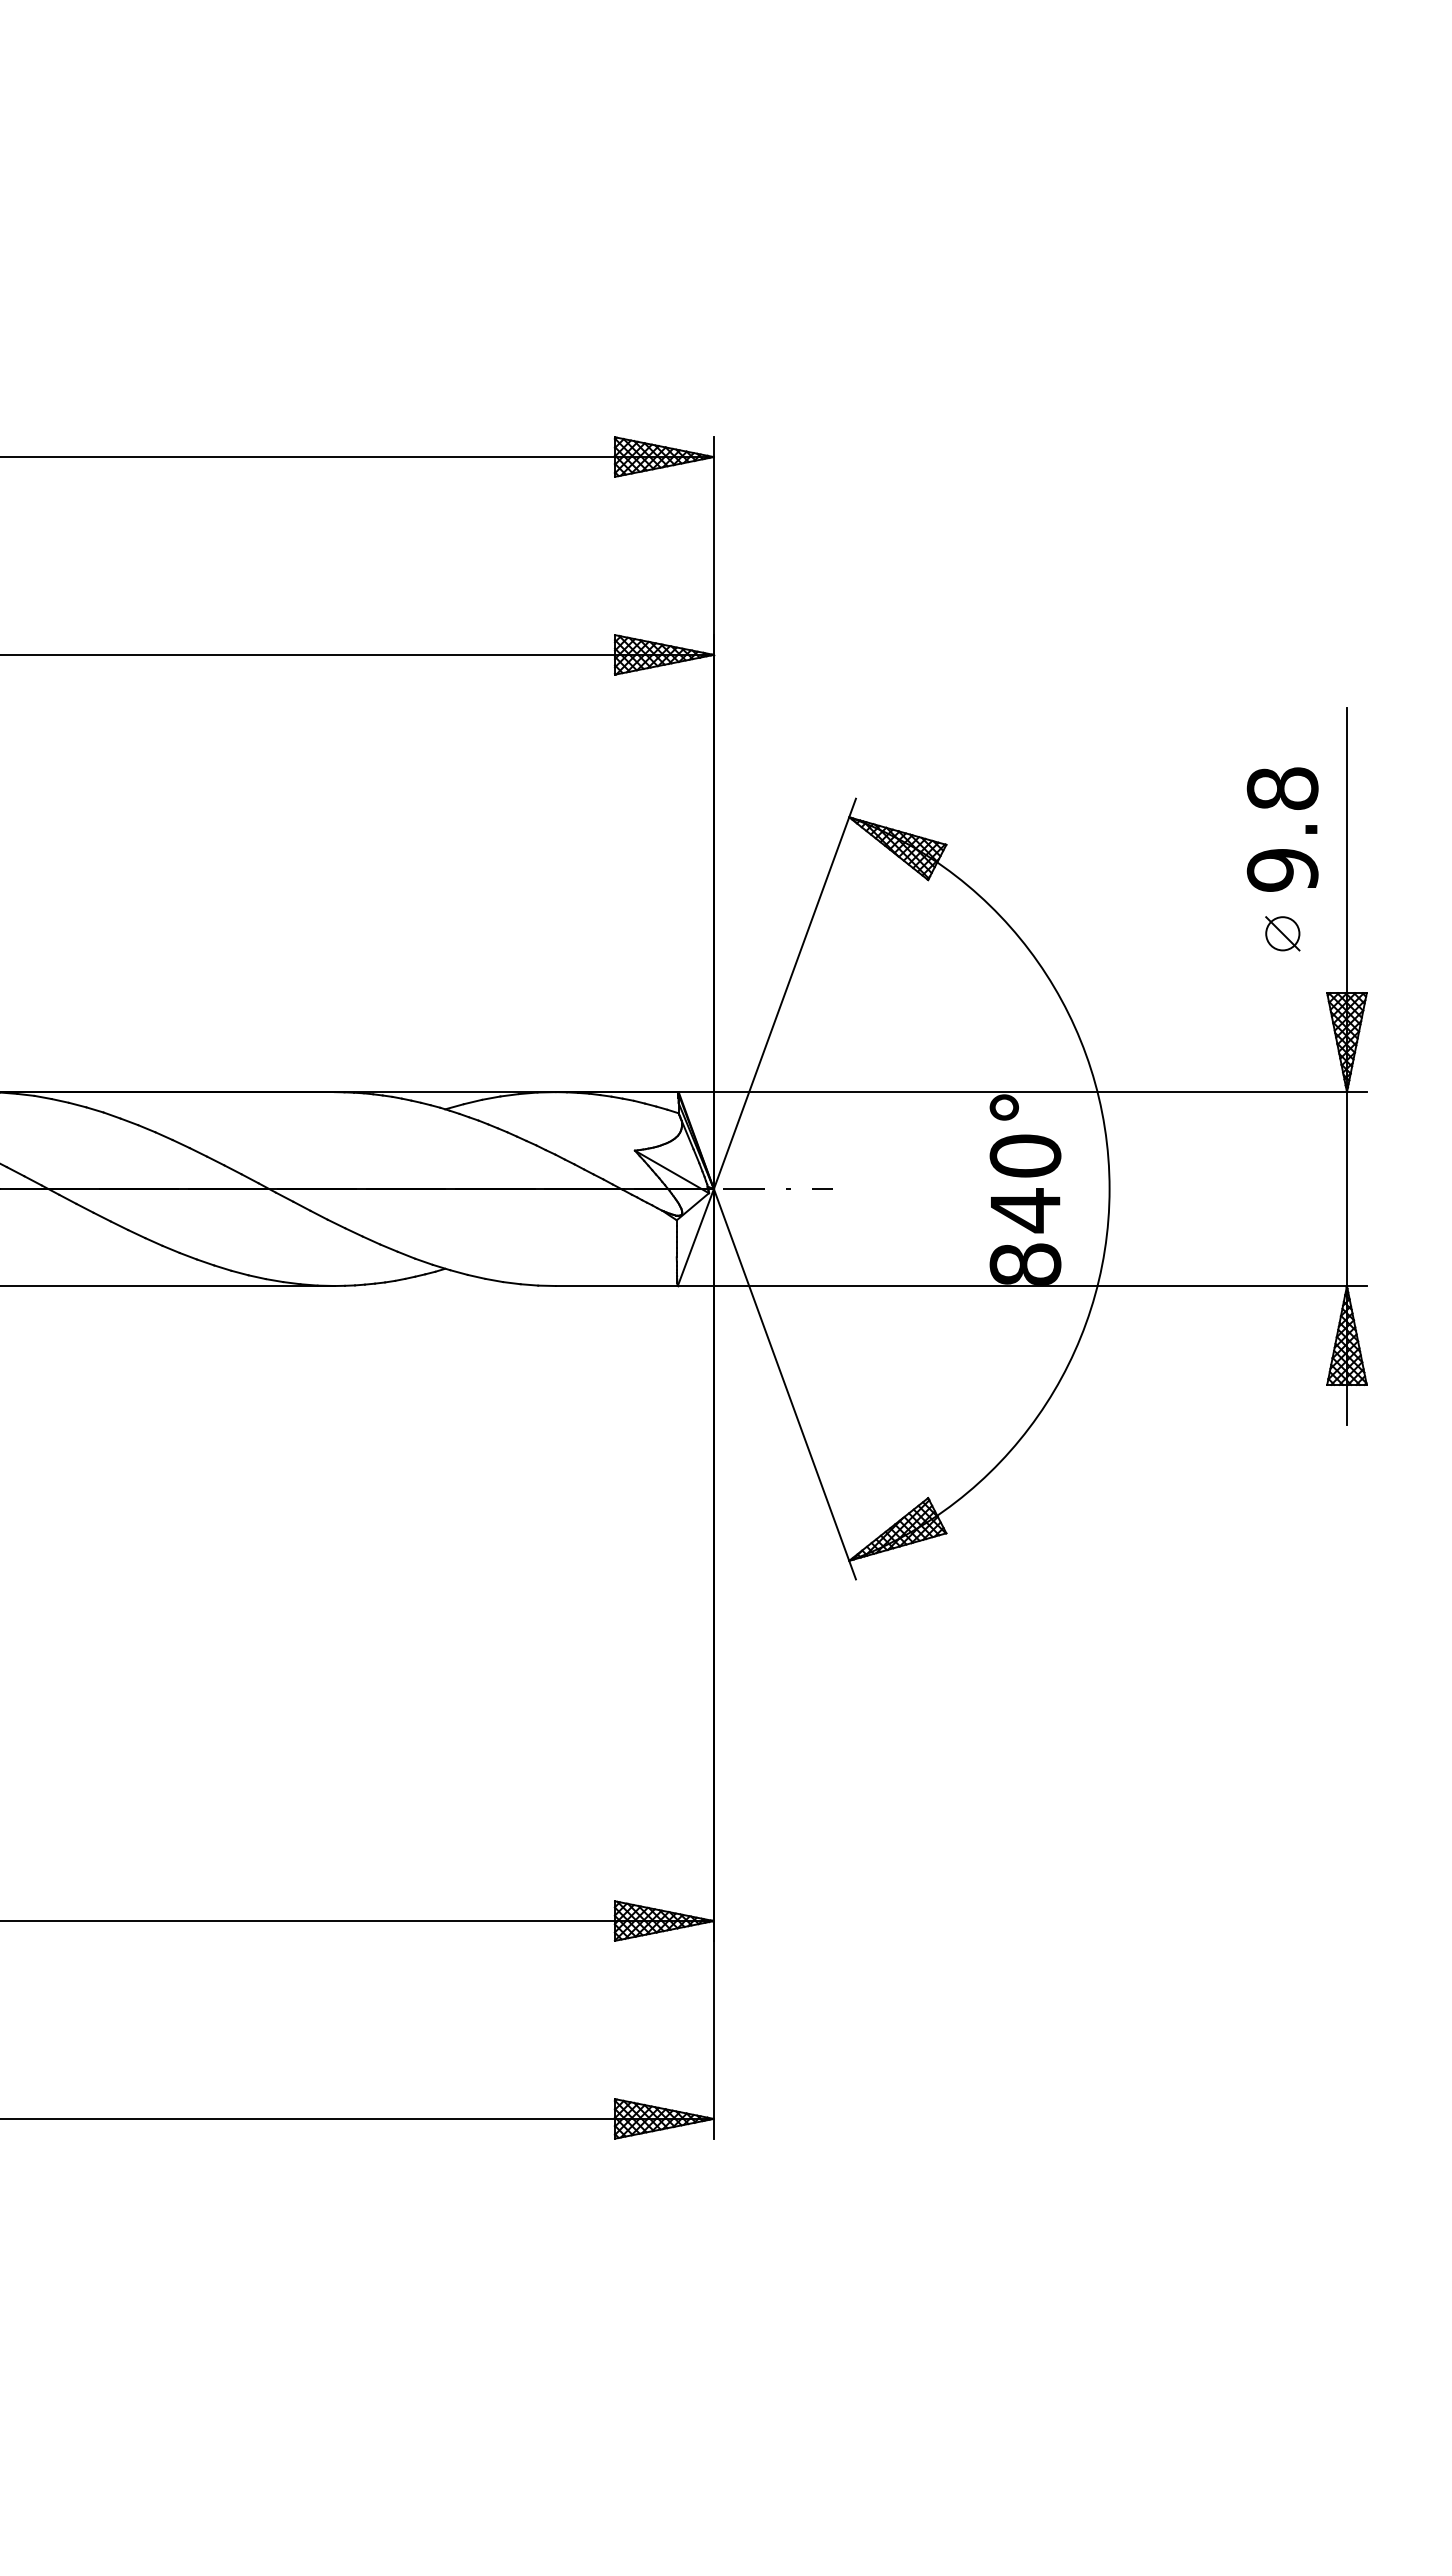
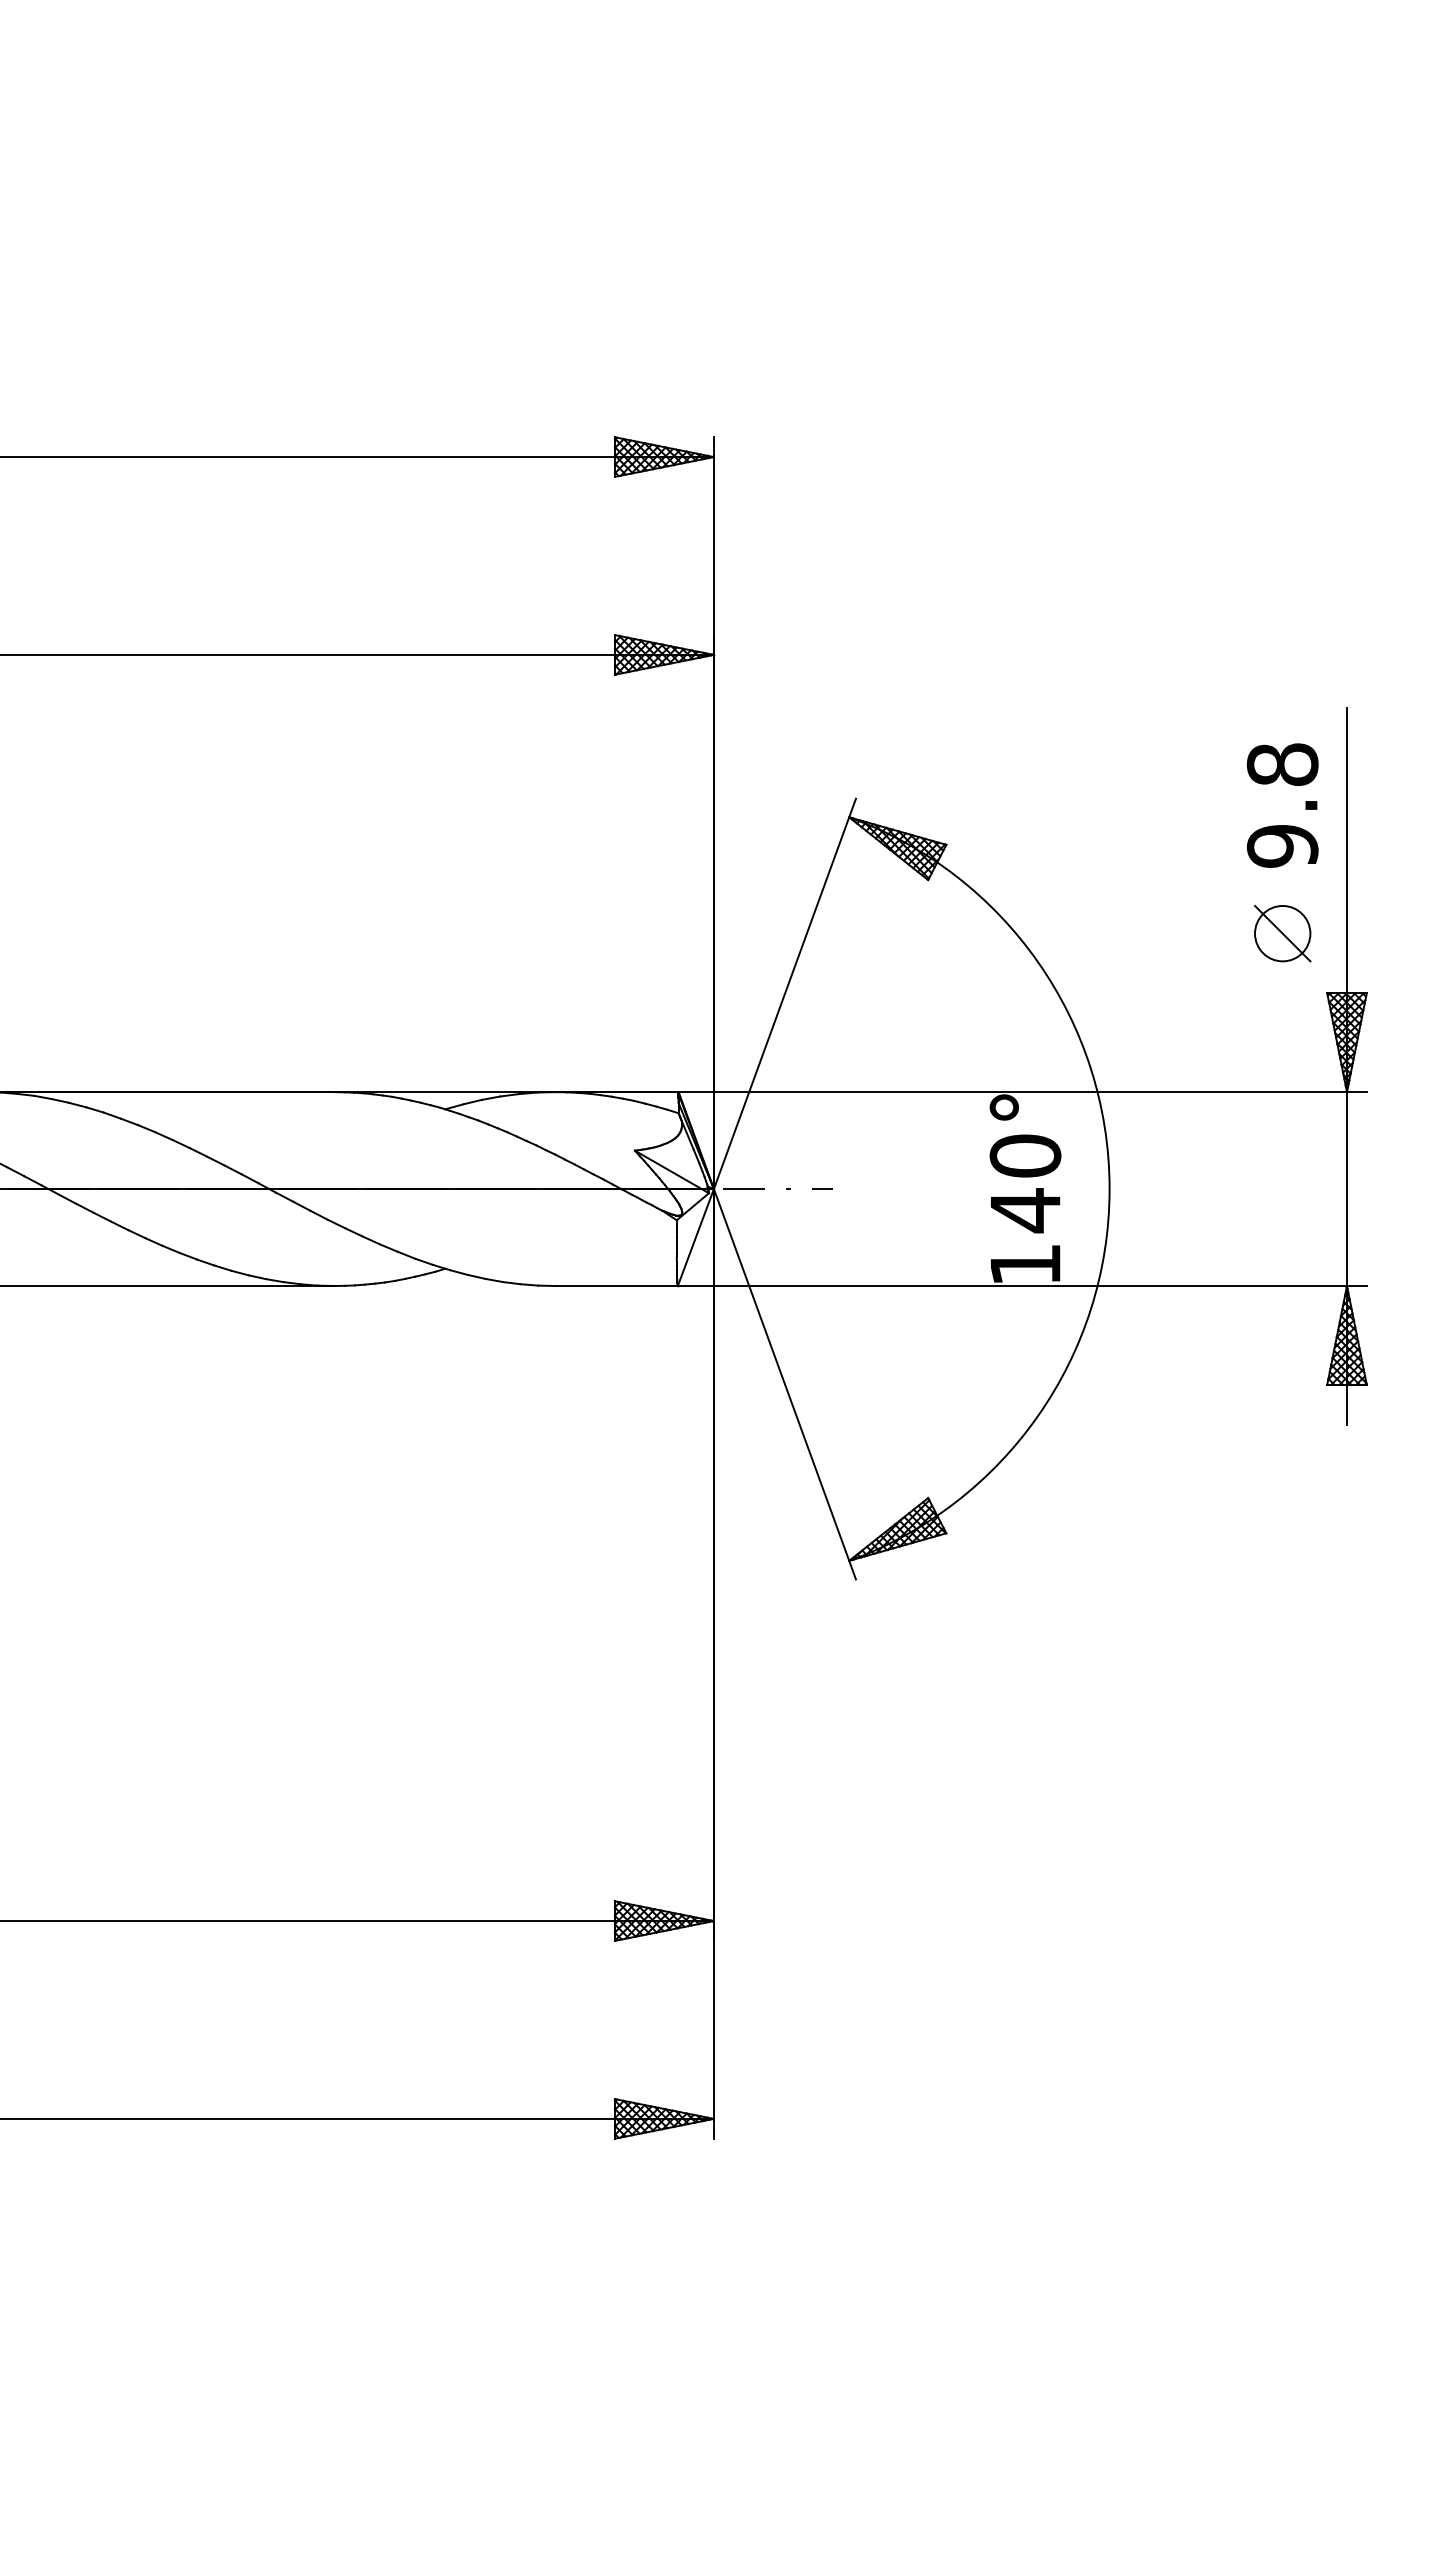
text at (1282, 829) position: (1282, 829) -> (1282, 805)
part at (1282, 933) size: 36x36 px -> 58x58 px
text at (1025, 1263): 840° -> 140°
